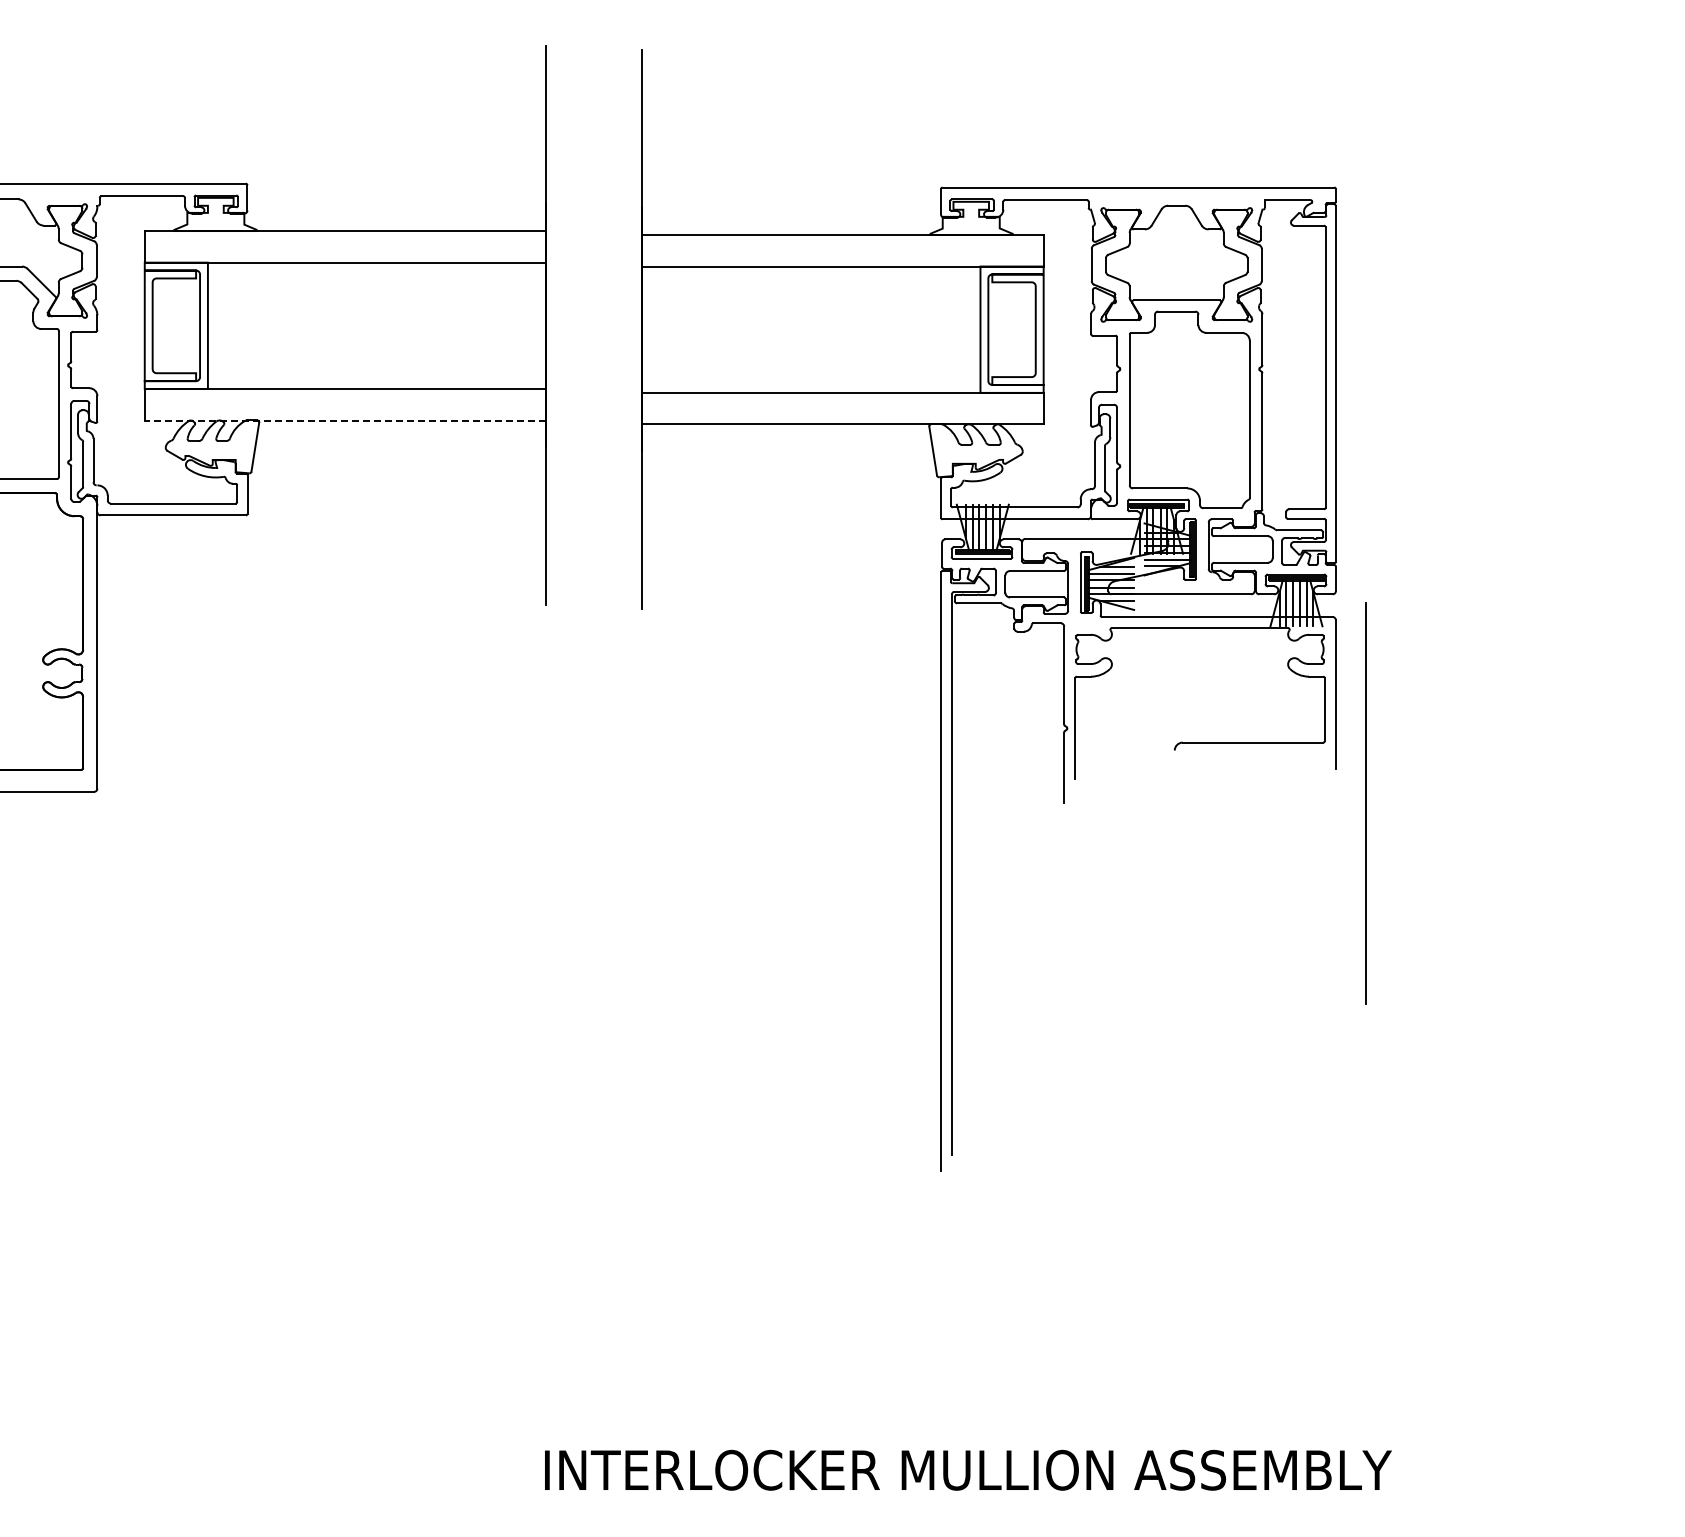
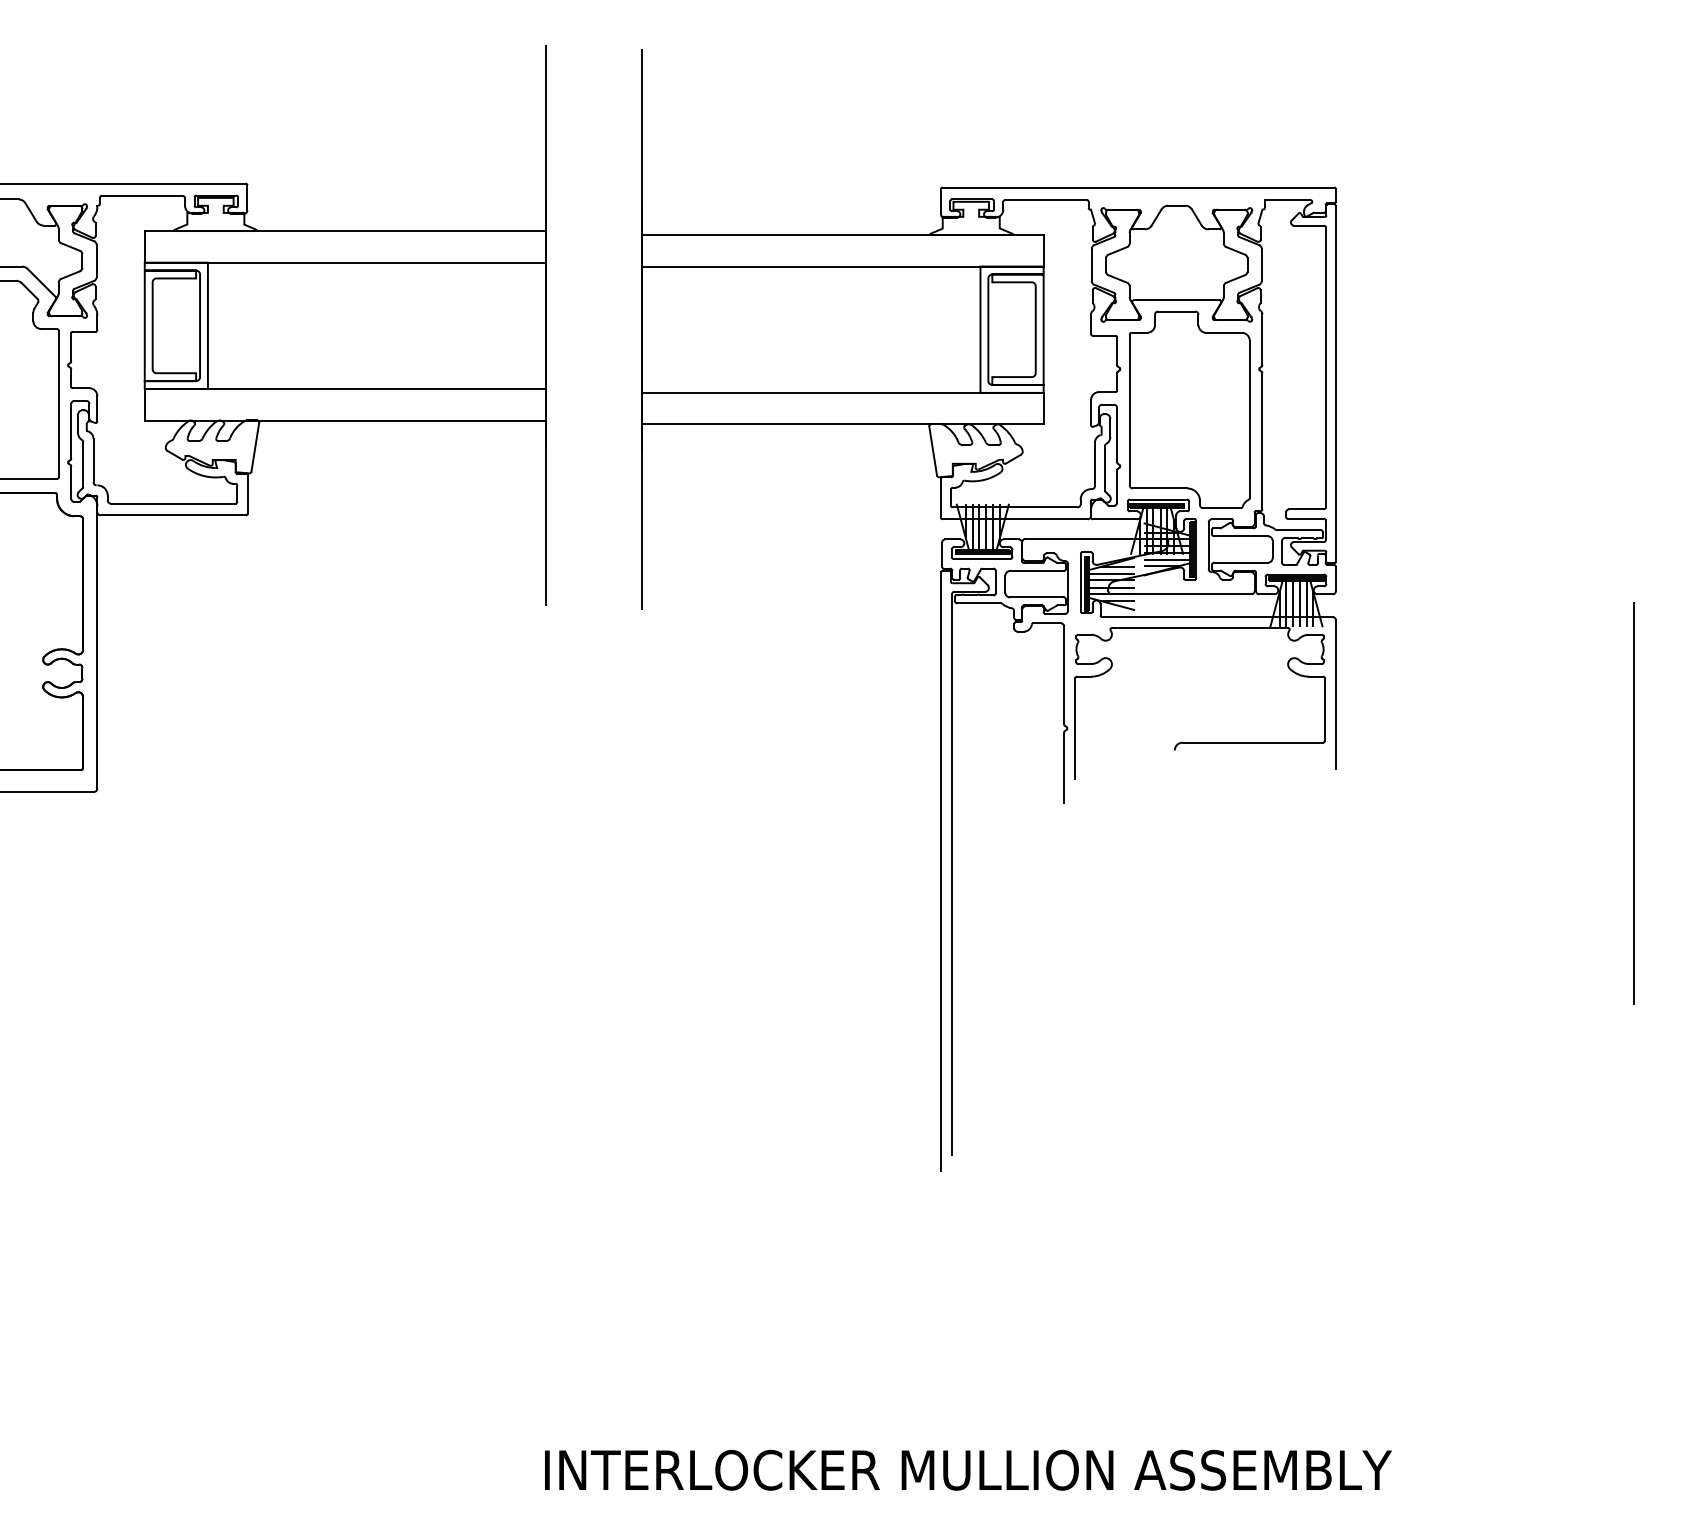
line at (345, 420): dashed -> solid
line at (1365, 803) position: (1365, 803) -> (1633, 803)
